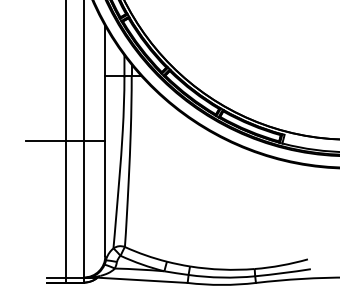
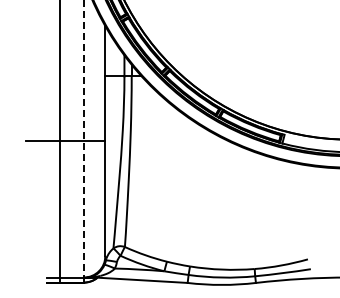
line at (83, 139): solid -> dashed
line at (65, 142) position: (65, 142) -> (59, 142)
